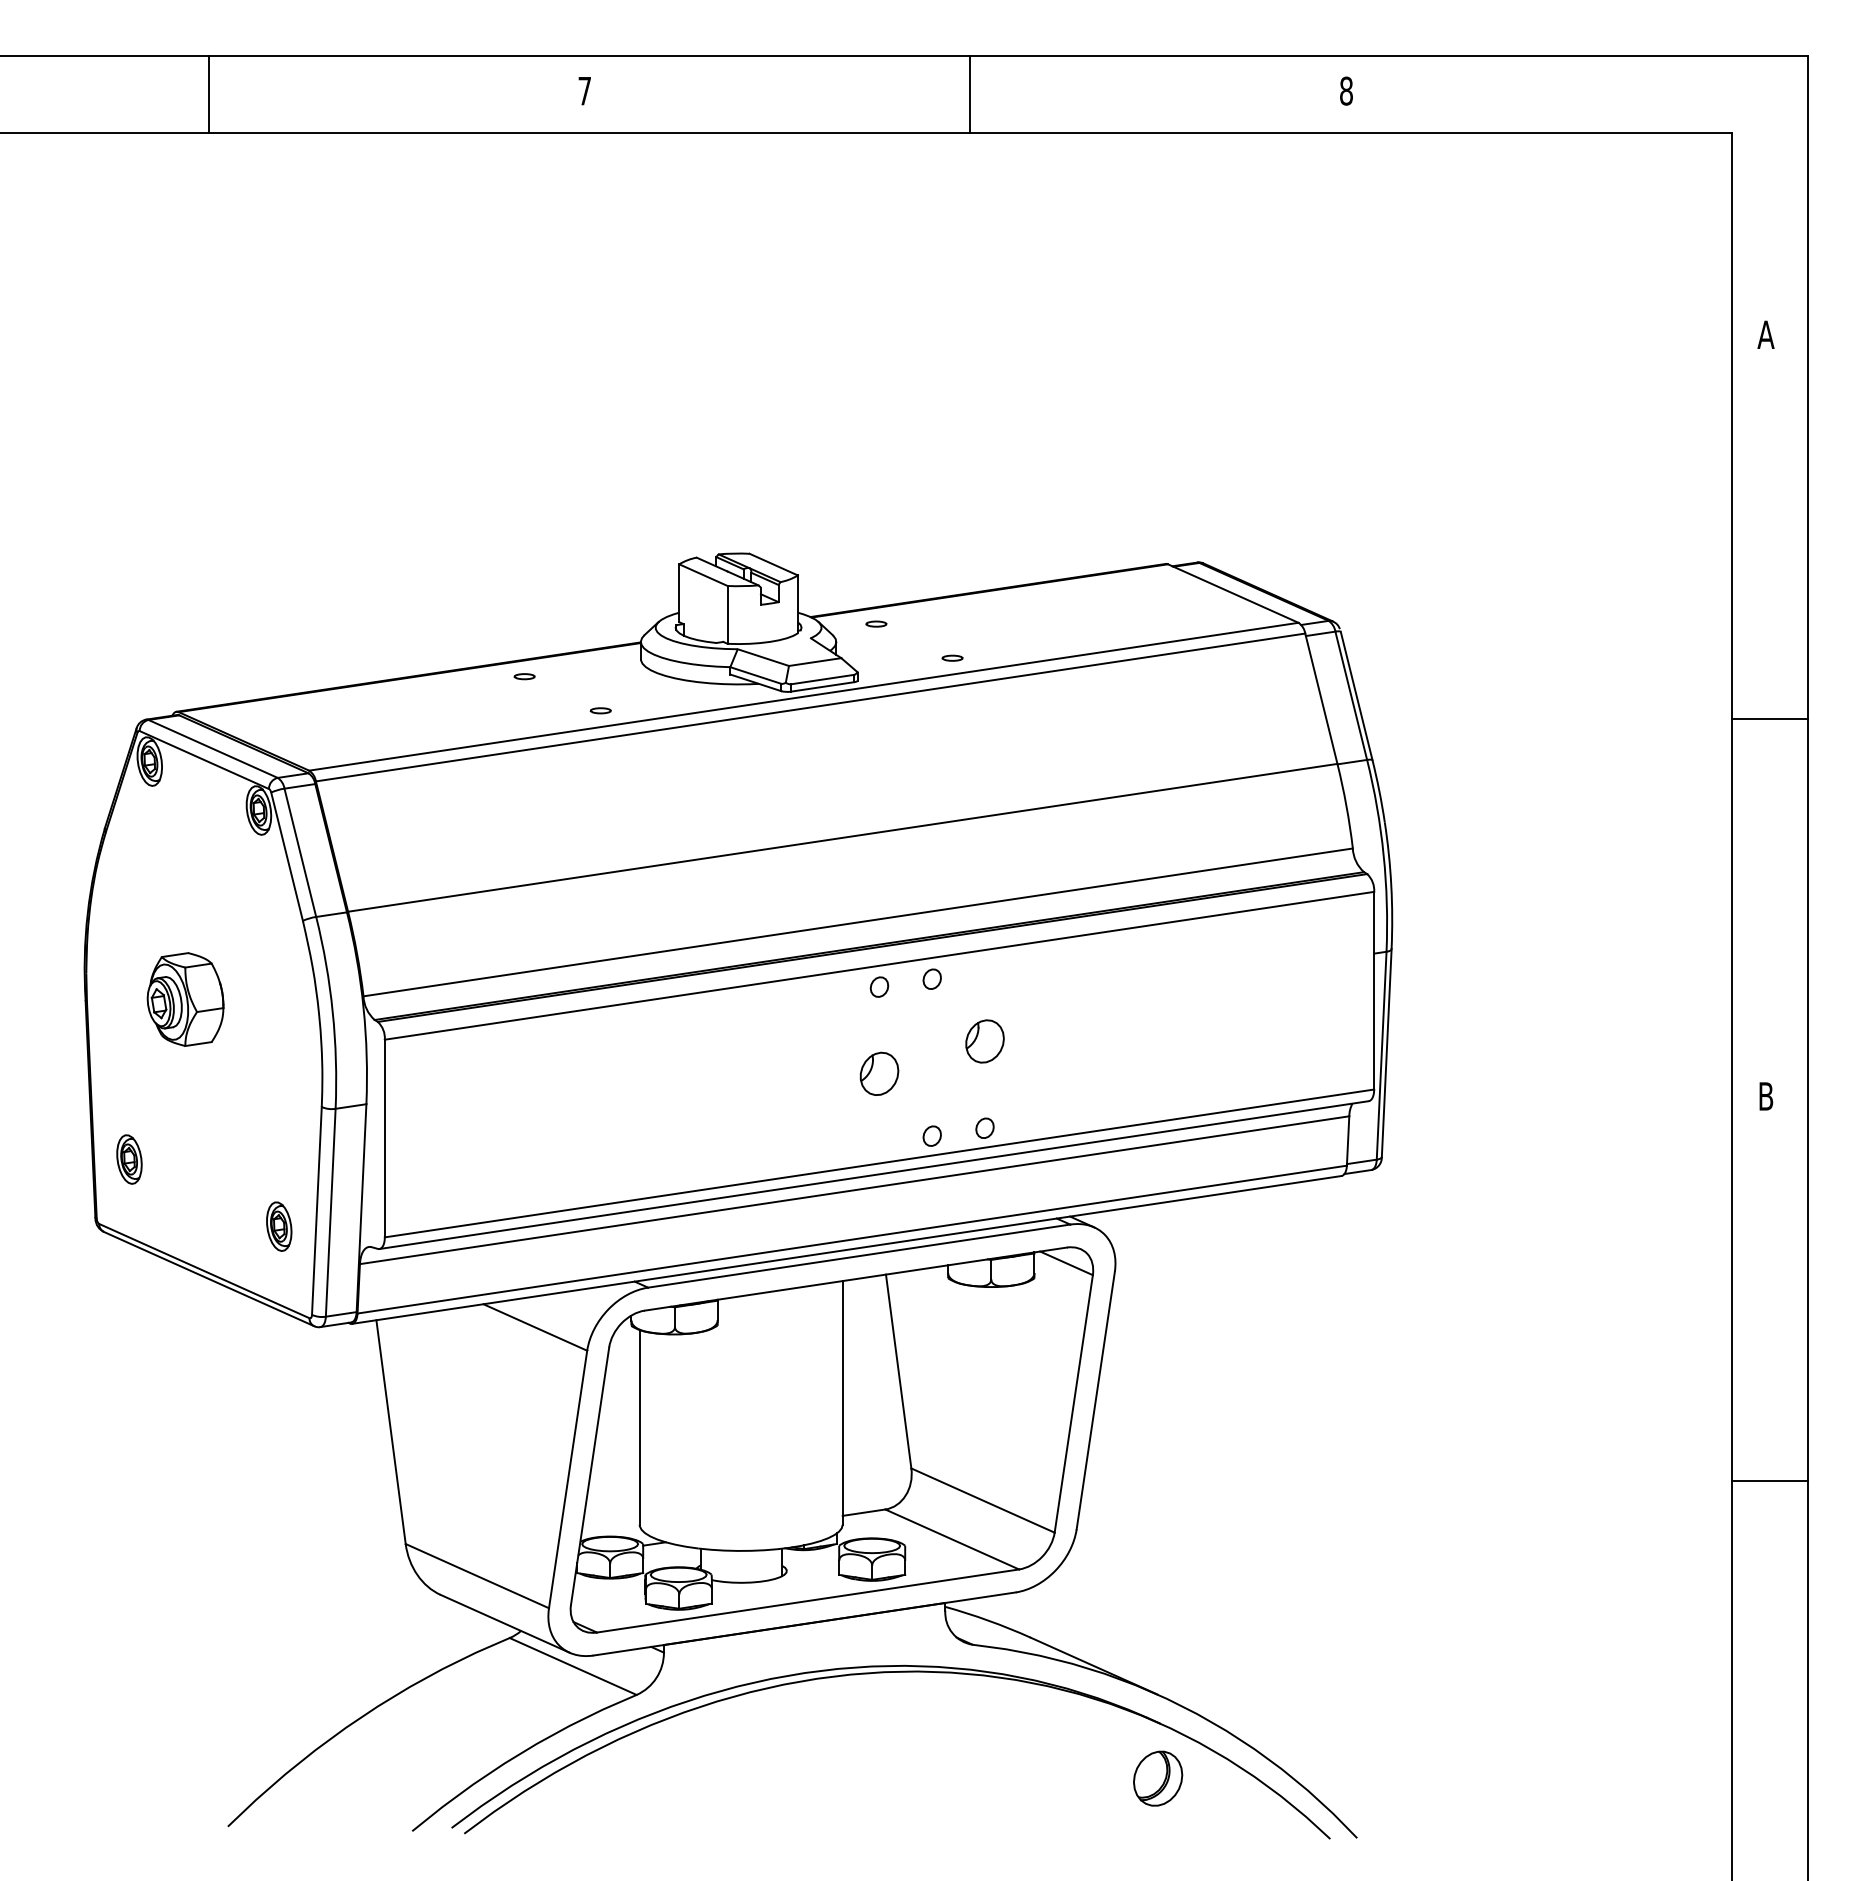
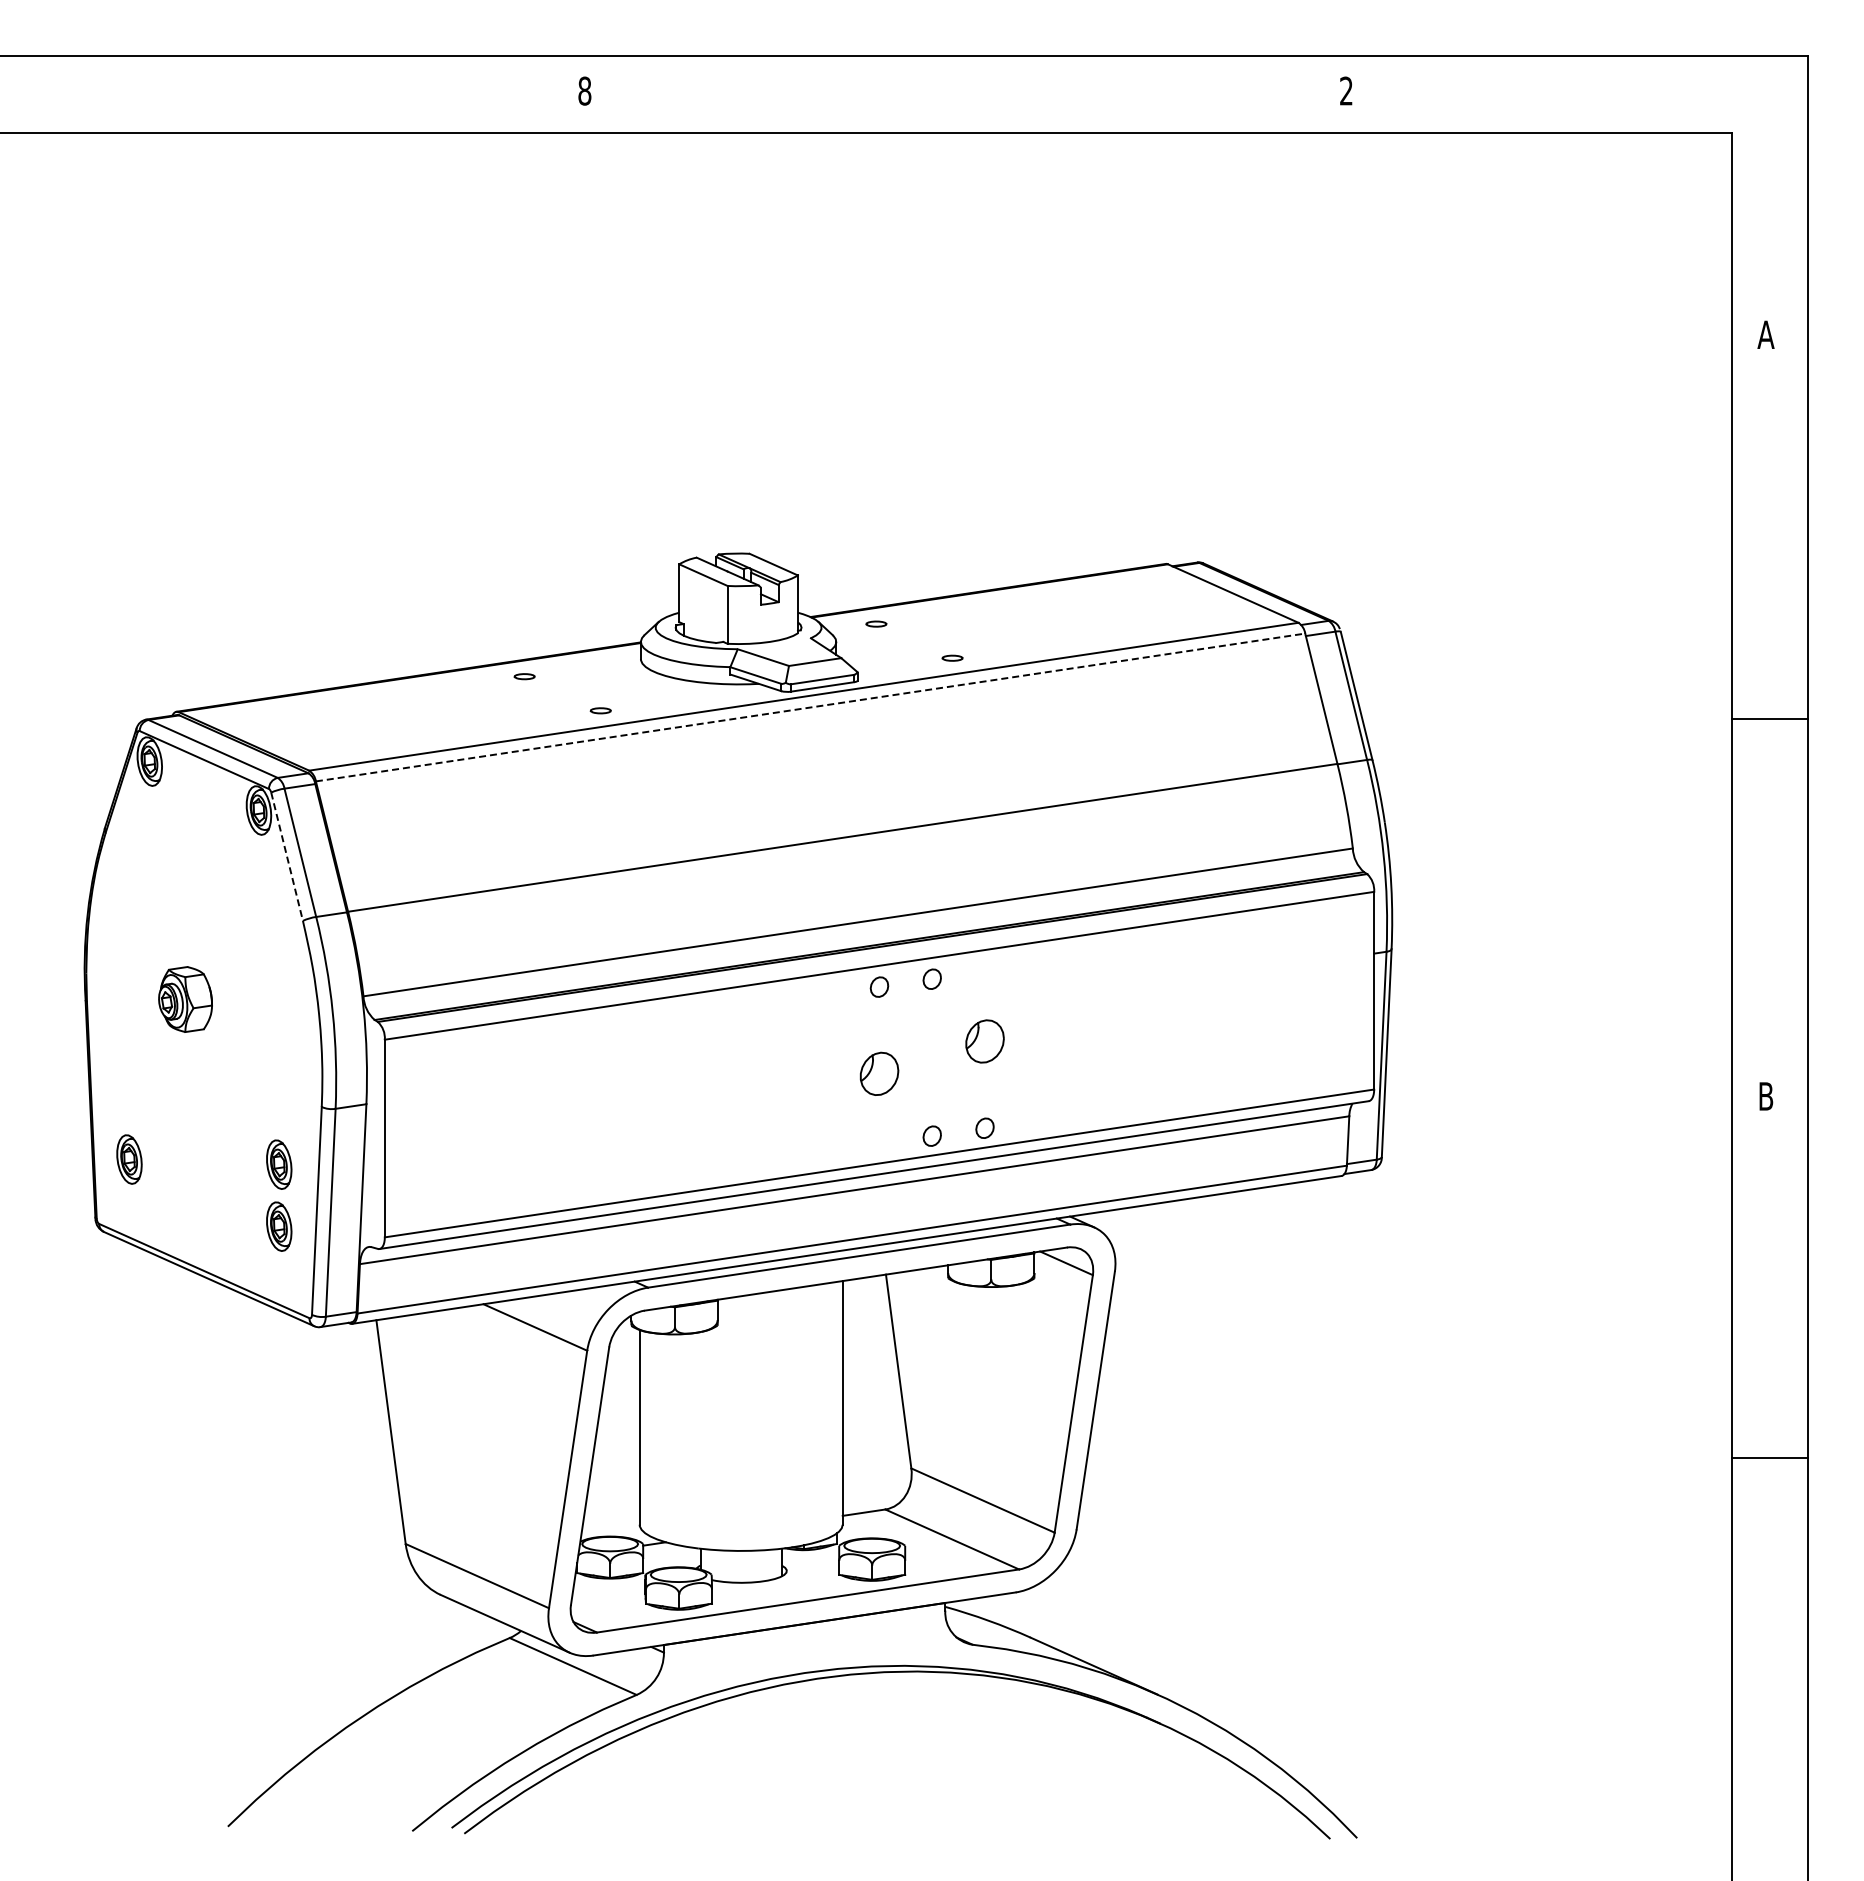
text at (584, 90): 7 -> 8
text at (1346, 90): 8 -> 2
line at (208, 94): present -> none
line at (970, 94): present -> none
line at (811, 707): solid -> dashed
line at (287, 857): solid -> dashed
part at (185, 999) size: 79x95 px -> 55x67 px
part at (279, 1164): none -> present
line at (1769, 1480) position: (1769, 1480) -> (1769, 1457)
part at (1158, 1778): present -> none
